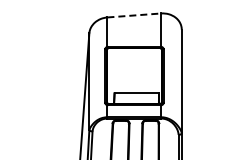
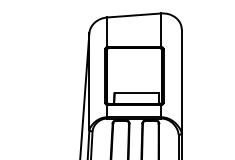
line at (134, 15): dashed -> solid
